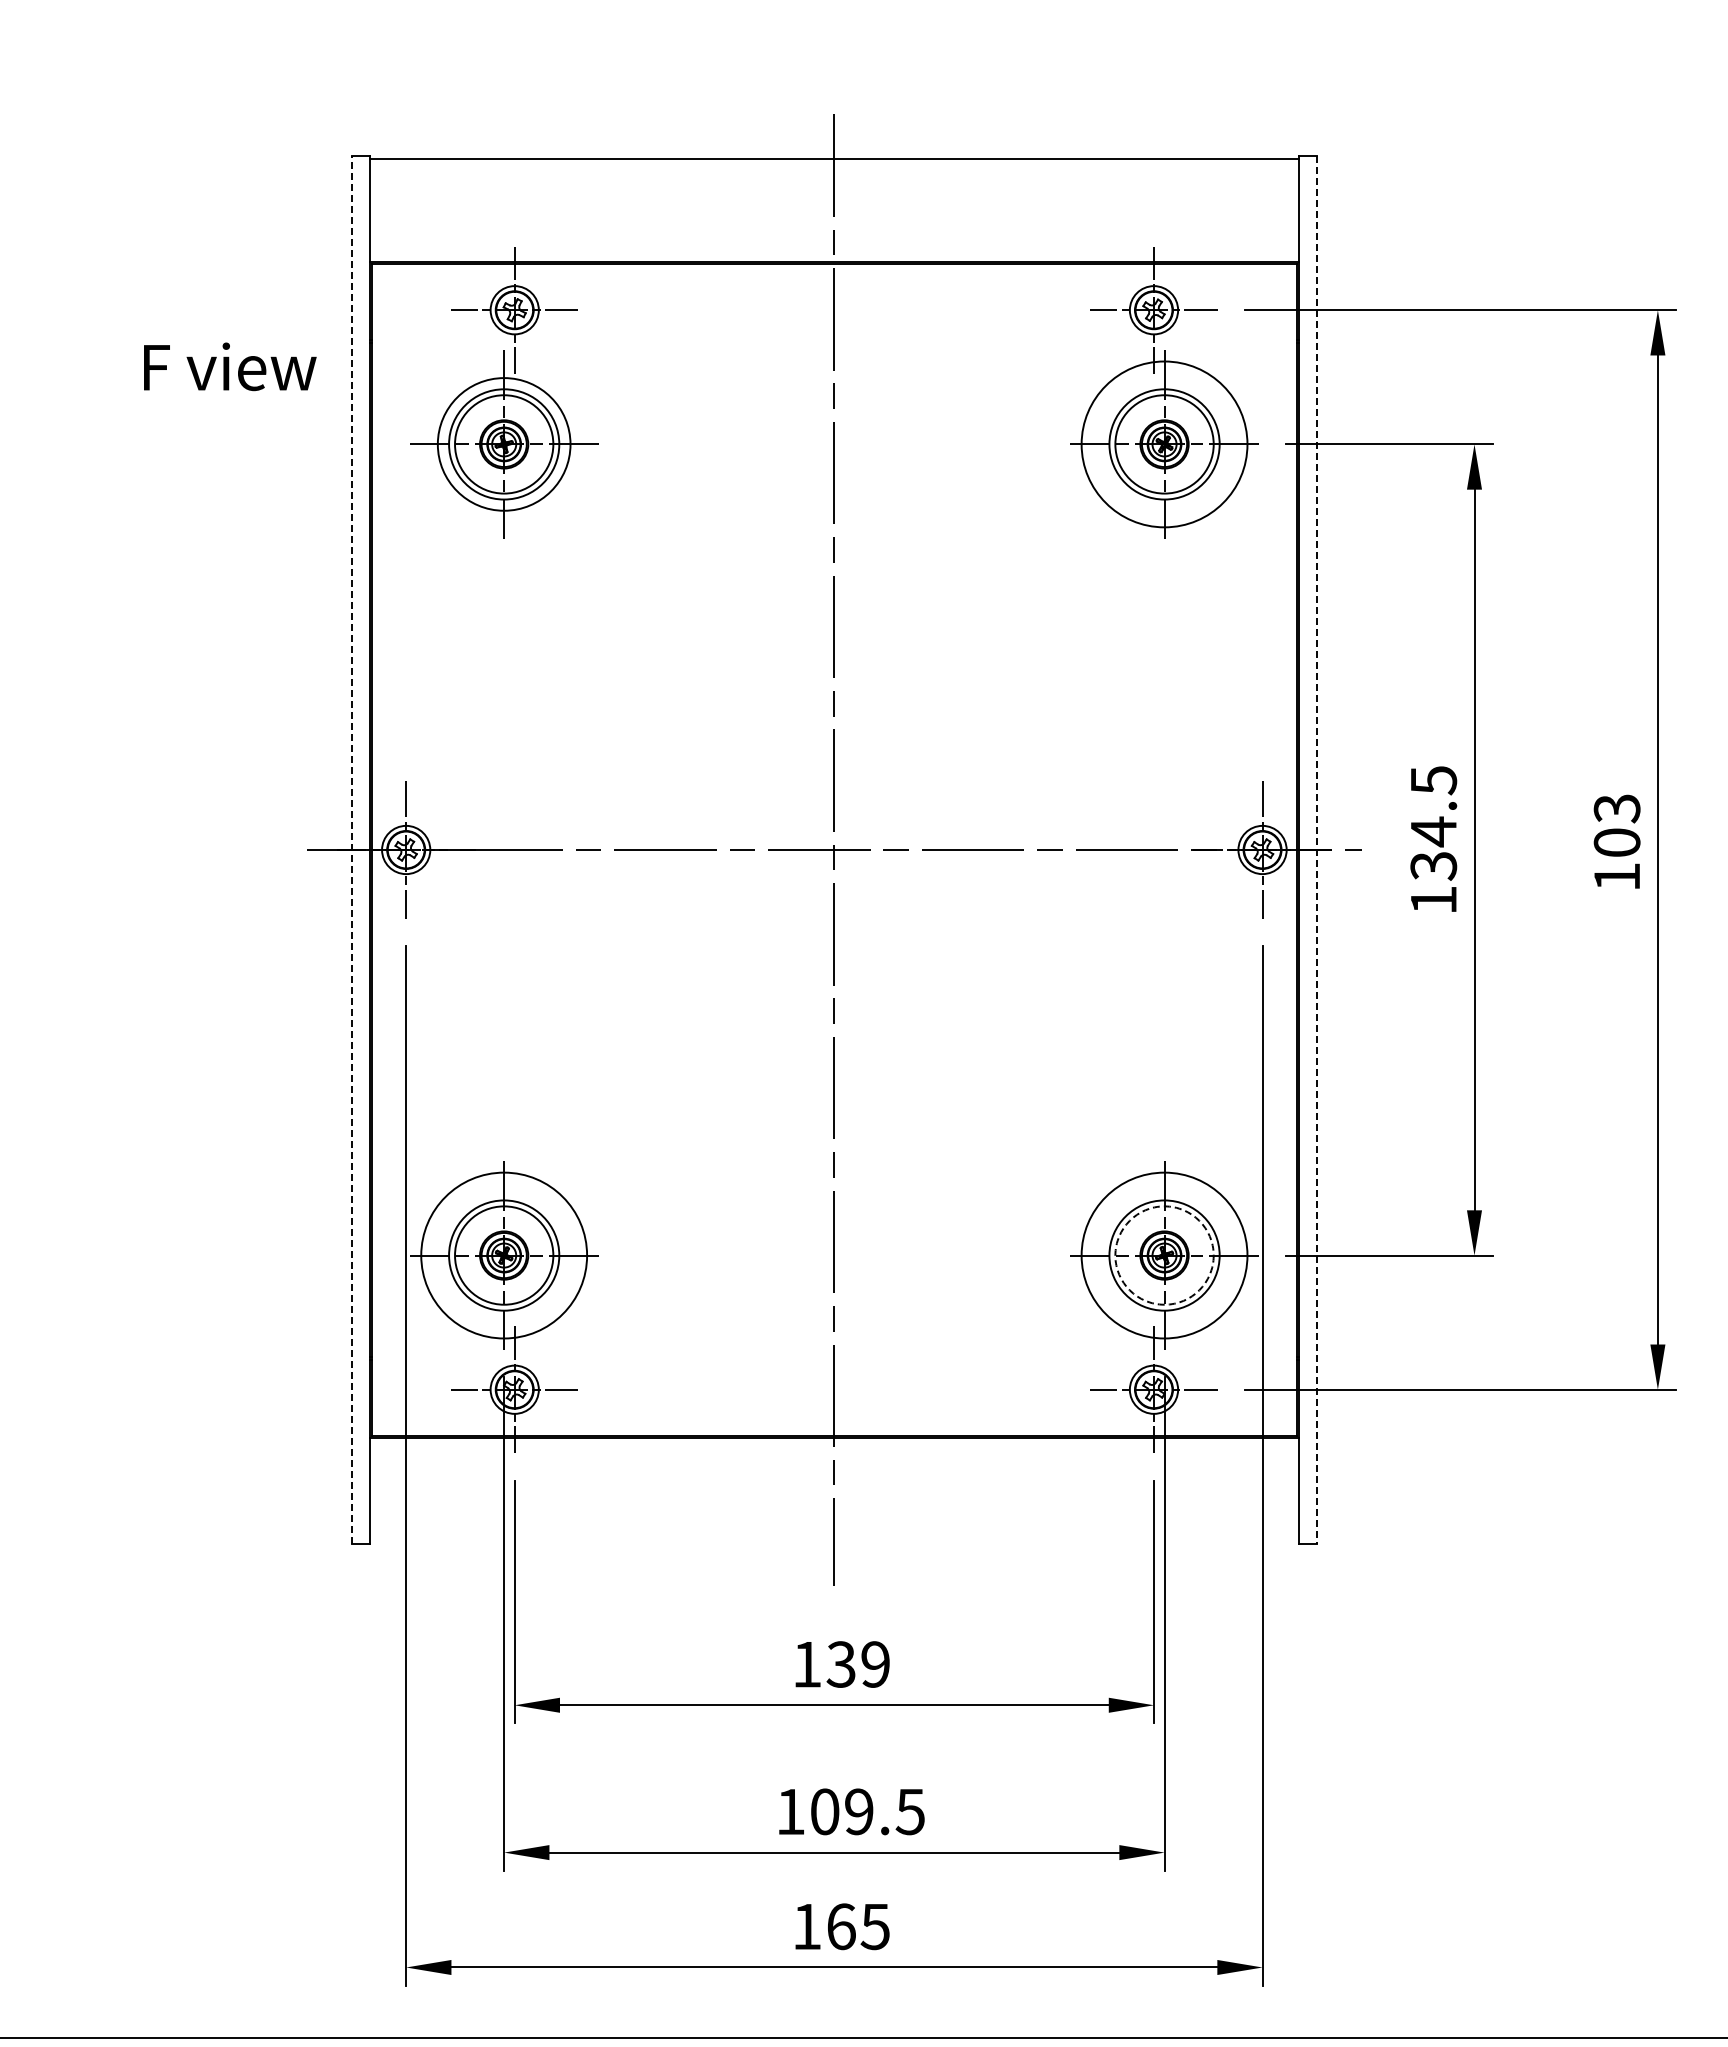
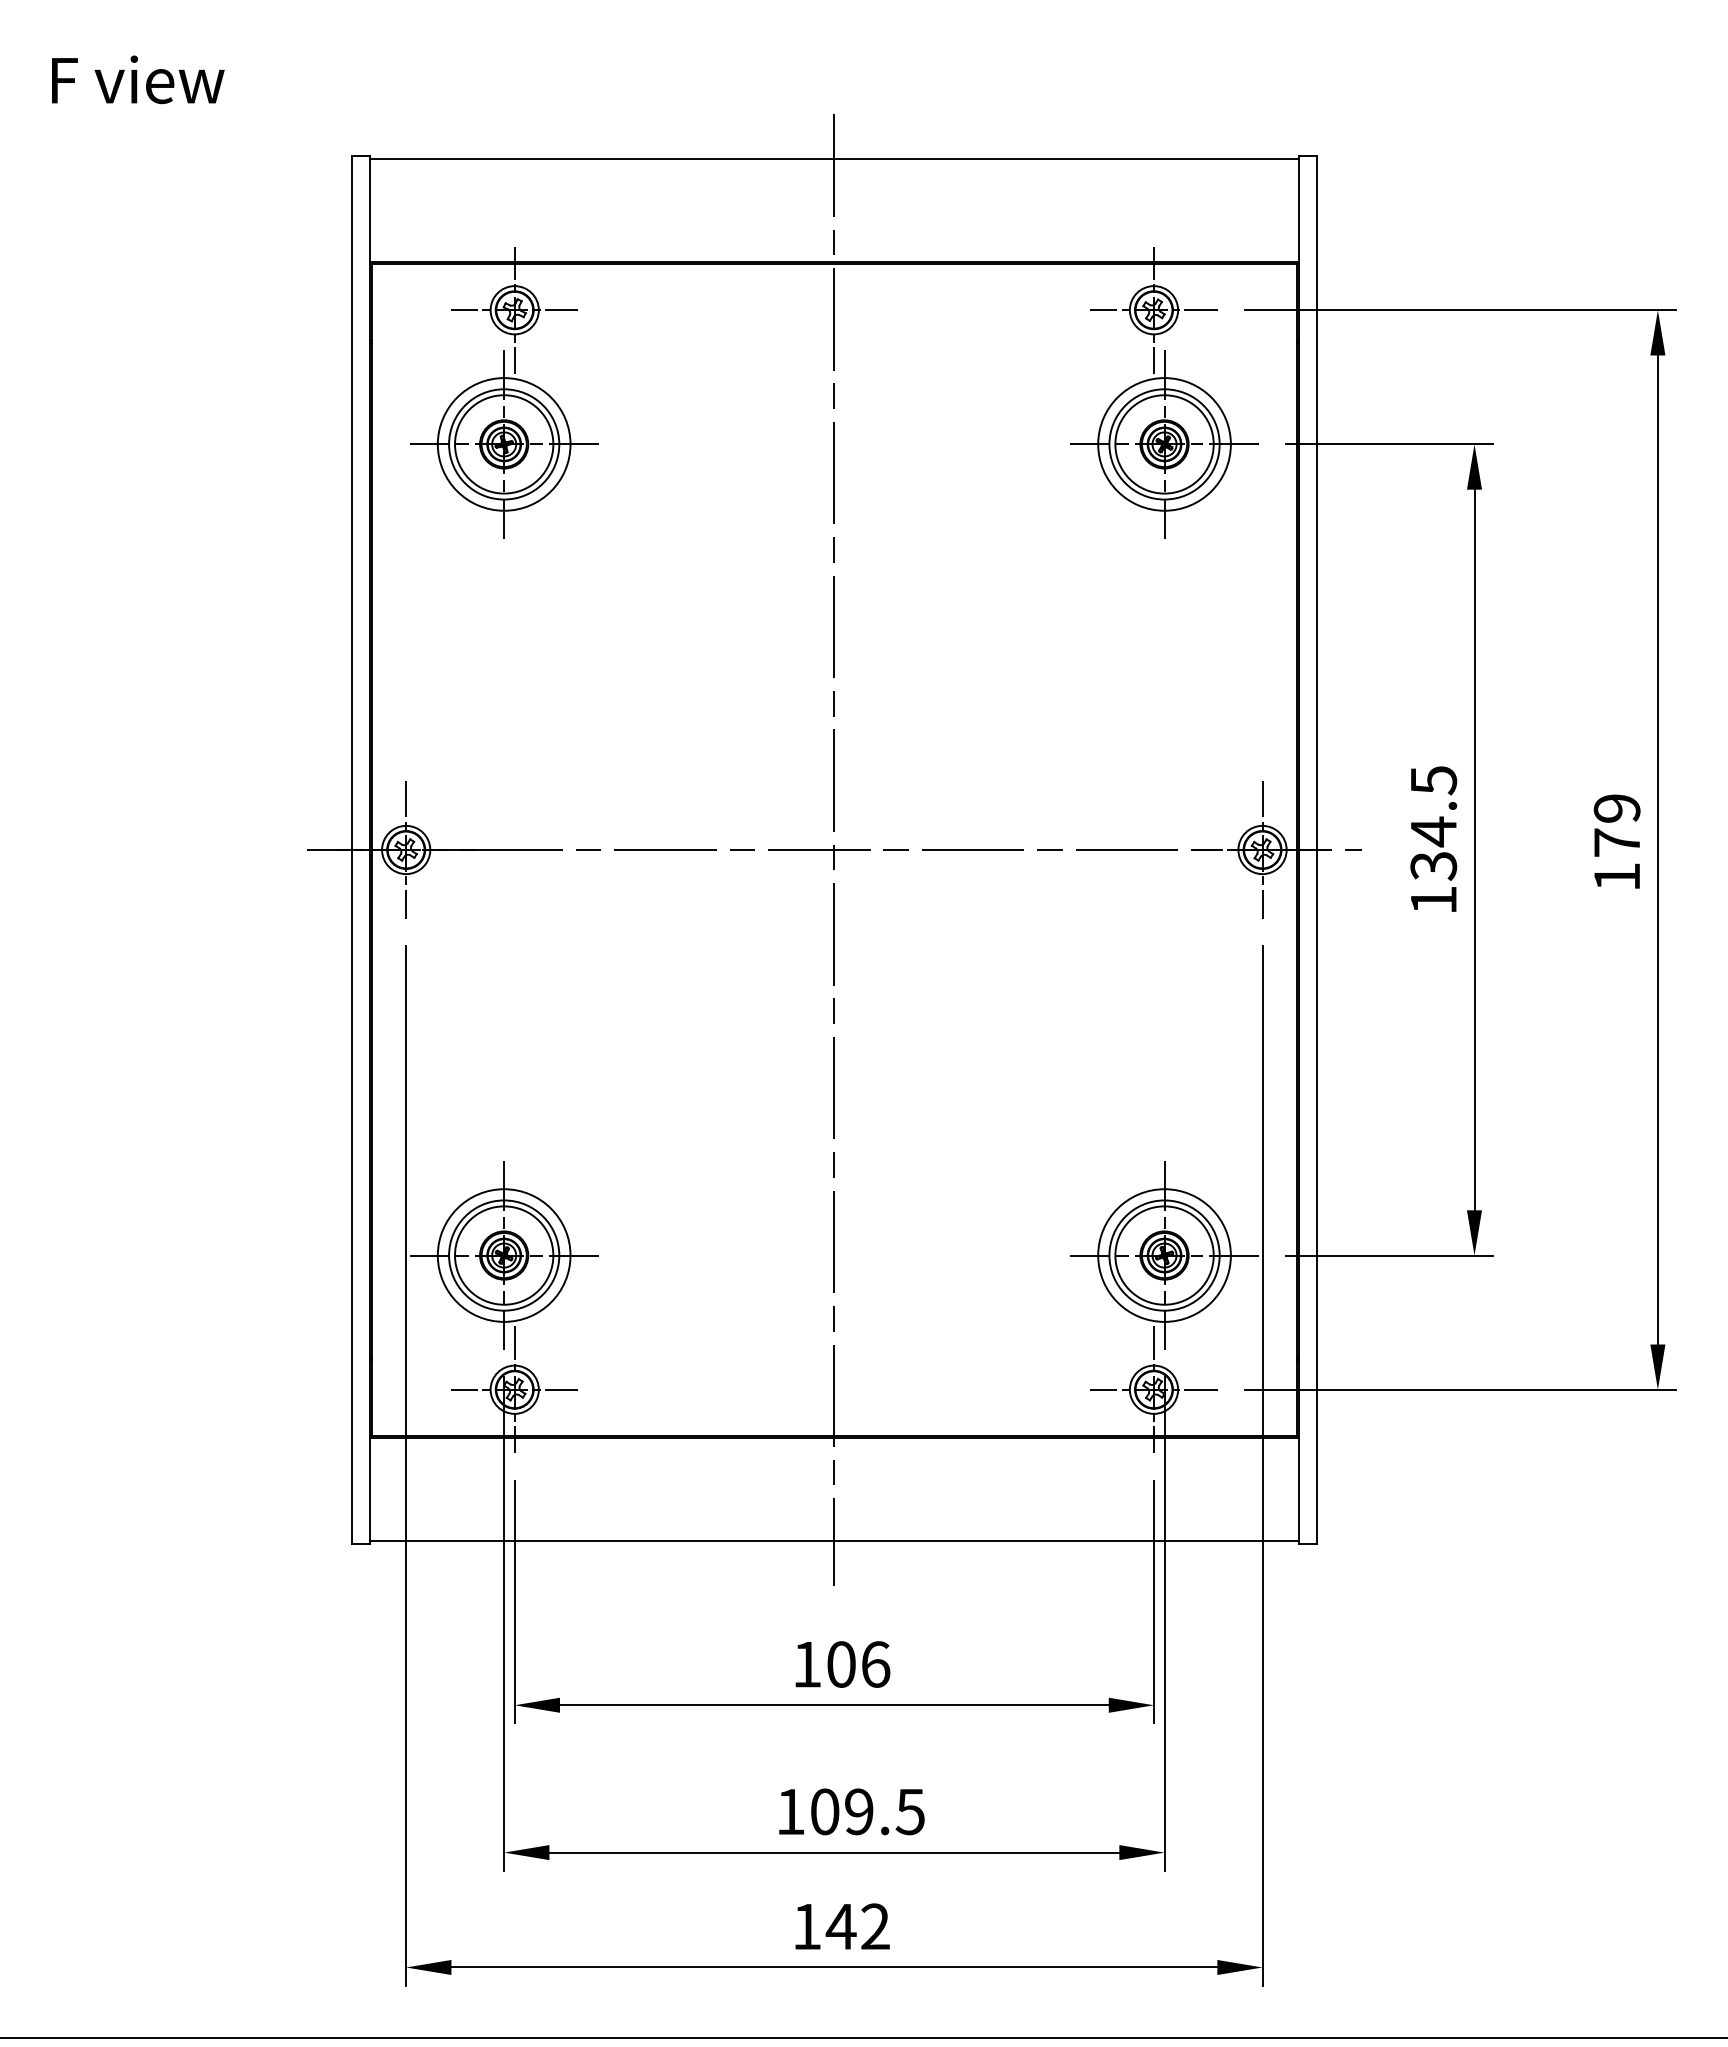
text at (230, 366) position: (230, 366) -> (138, 79)
circle at (1164, 444) diameter: 166 px -> 133 px
text at (1616, 825): 103 -> 179
line at (351, 850): dashed -> solid
line at (1316, 850): dashed -> solid
circle at (504, 1255) diameter: 166 px -> 133 px
circle at (1164, 1255) diameter: 166 px -> 133 px
circle at (1164, 1255): dashed -> solid
line at (834, 1540): none -> present
text at (858, 1664): 139 -> 106
text at (857, 1926): 165 -> 142
